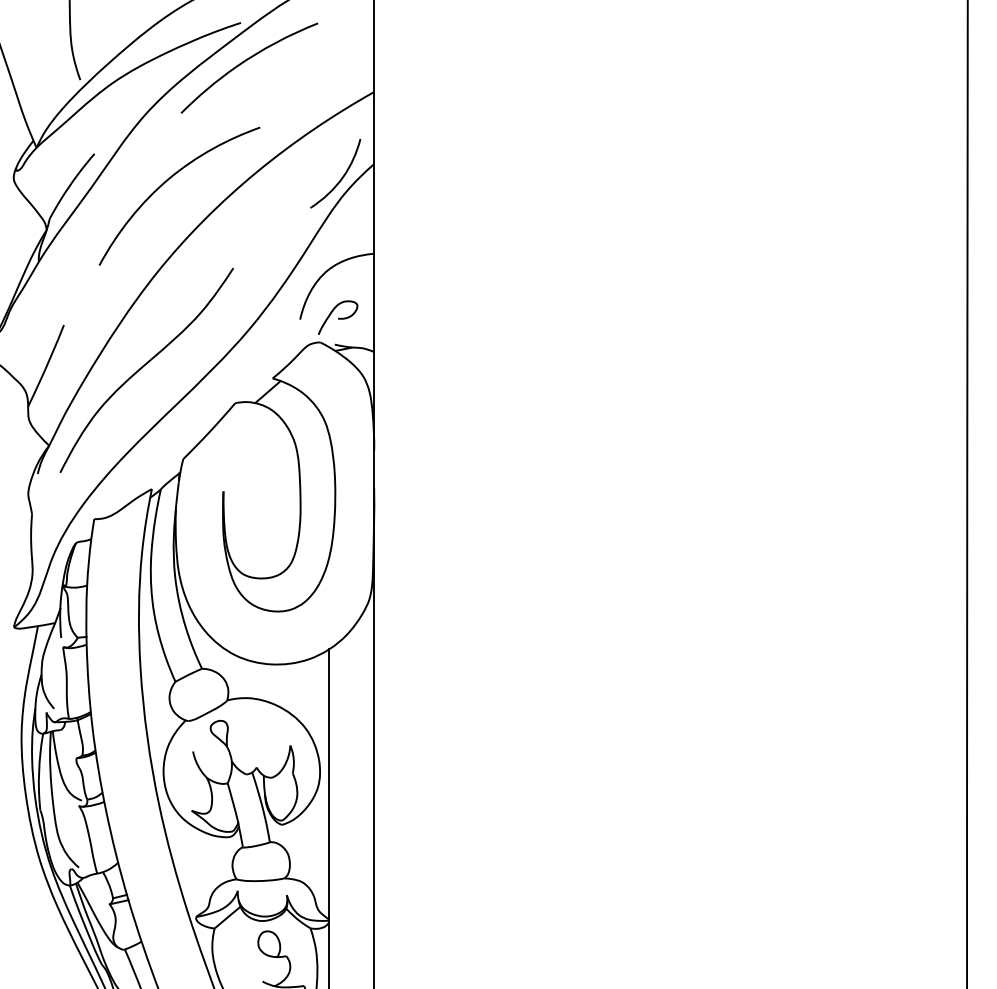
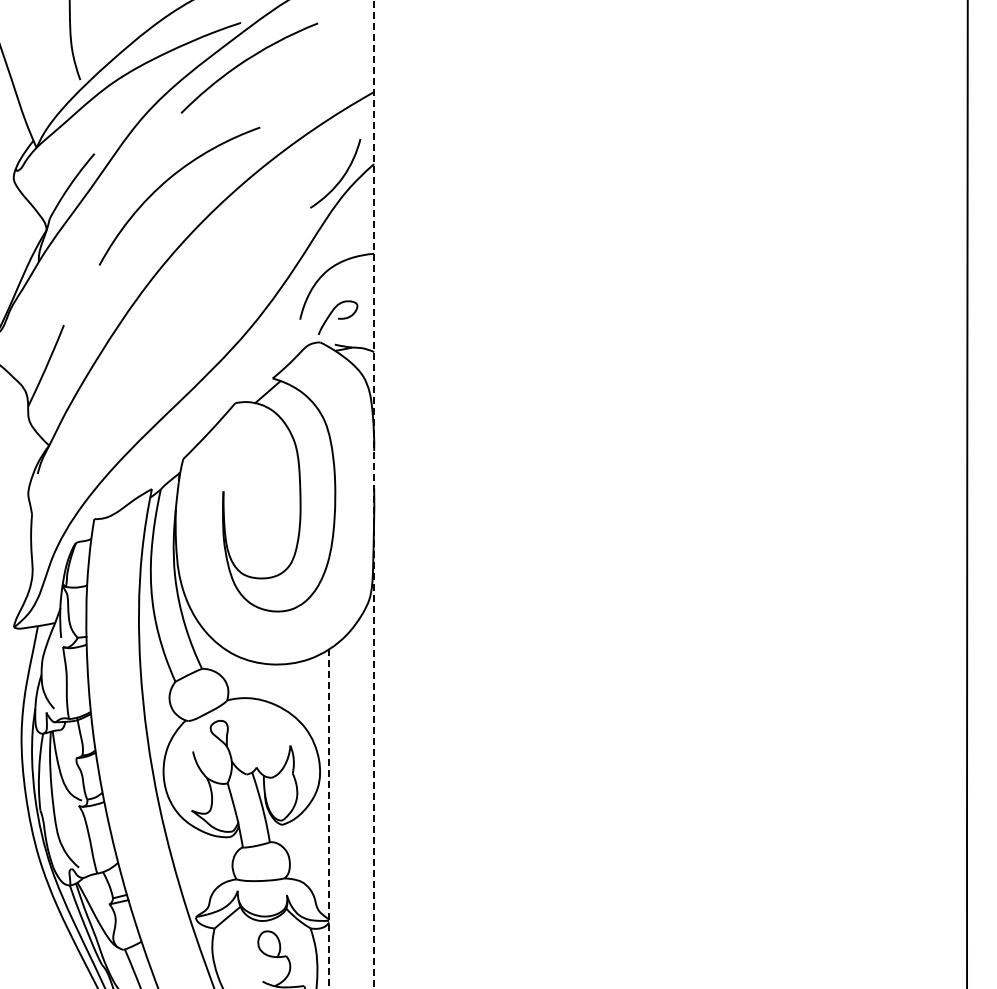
curve at (144, 366): present -> none
line at (374, 494): solid -> dashed
line at (329, 818): solid -> dashed
